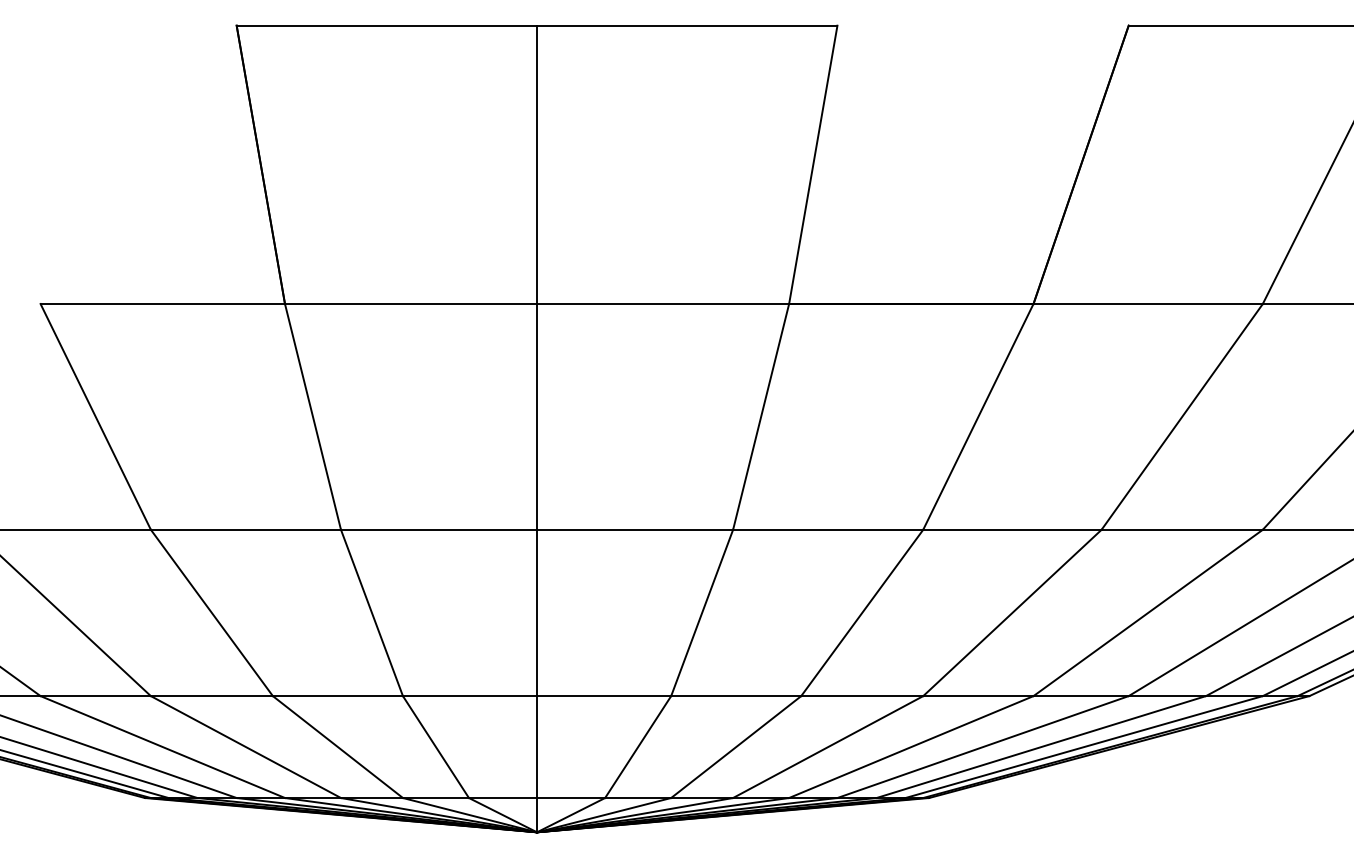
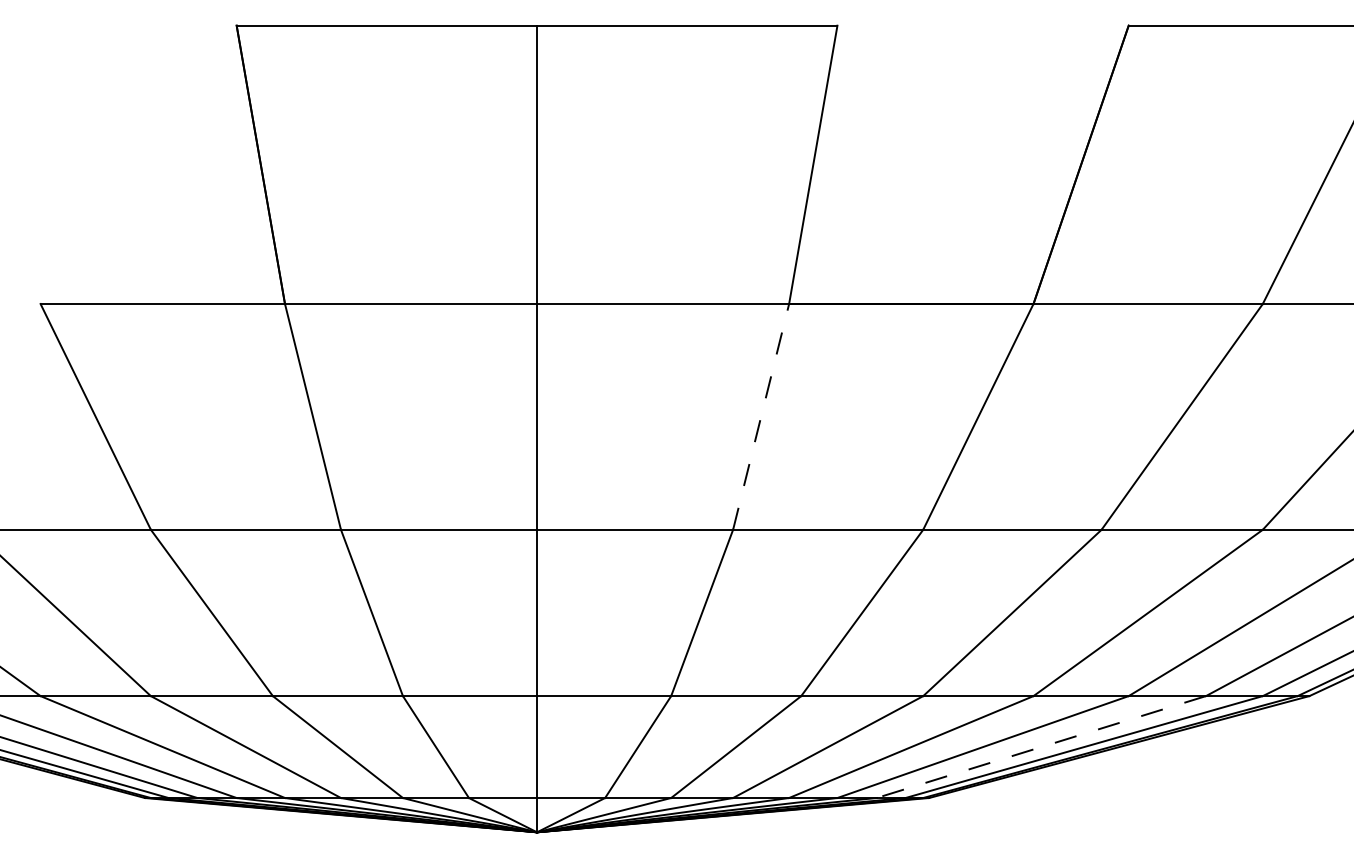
line at (761, 416): solid -> dashed
line at (1040, 747): solid -> dashed
